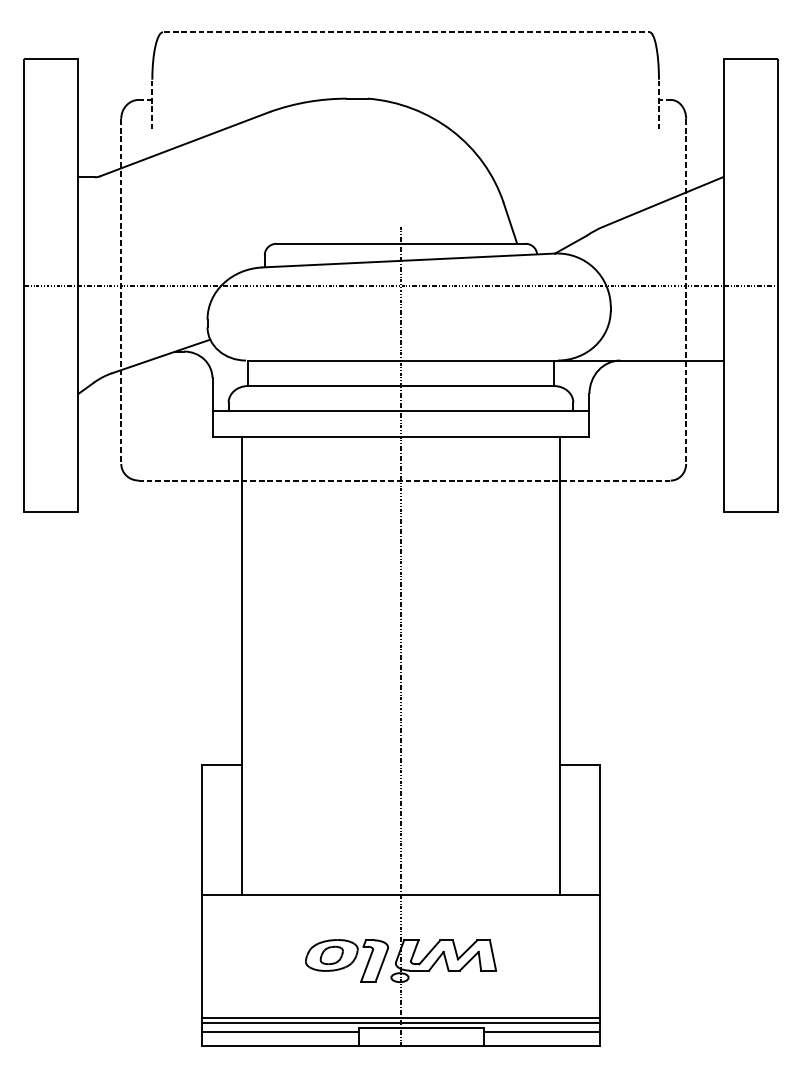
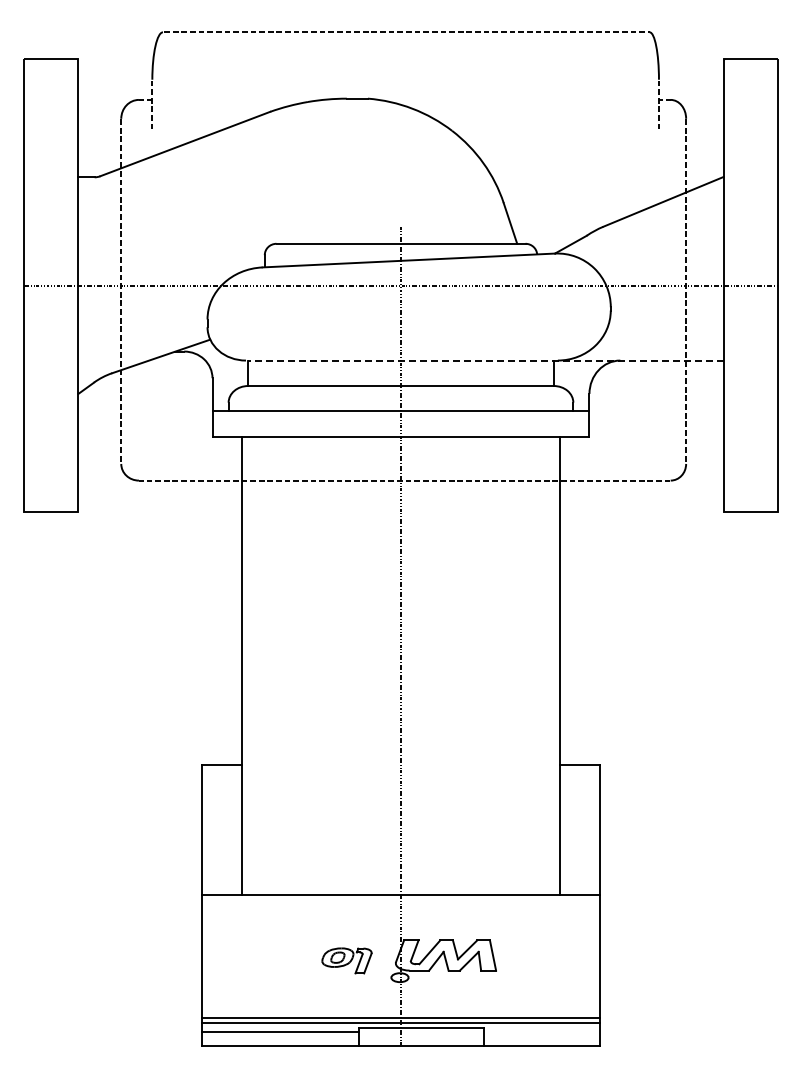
line at (485, 360): solid -> dashed
part at (346, 960) size: 84x44 px -> 52x28 px
line at (542, 1032): present -> none
